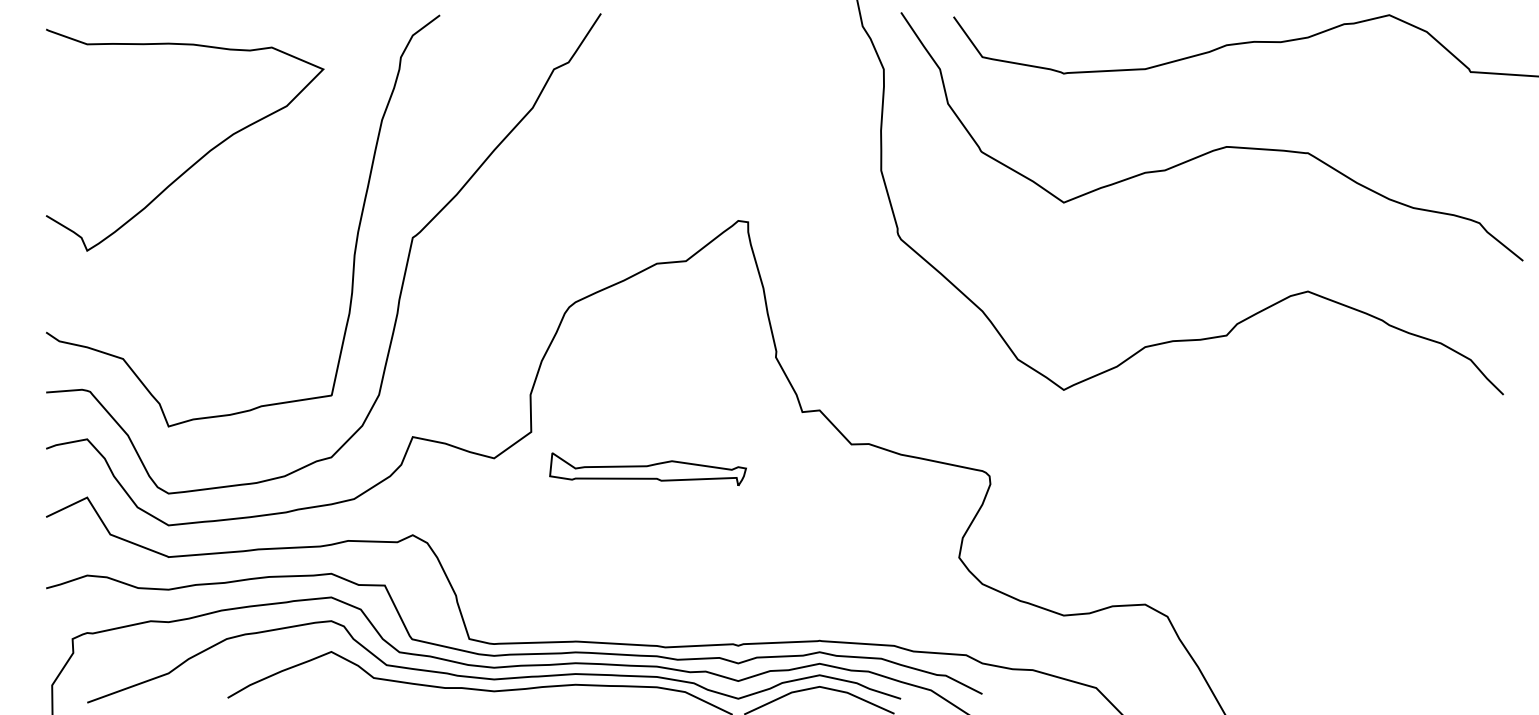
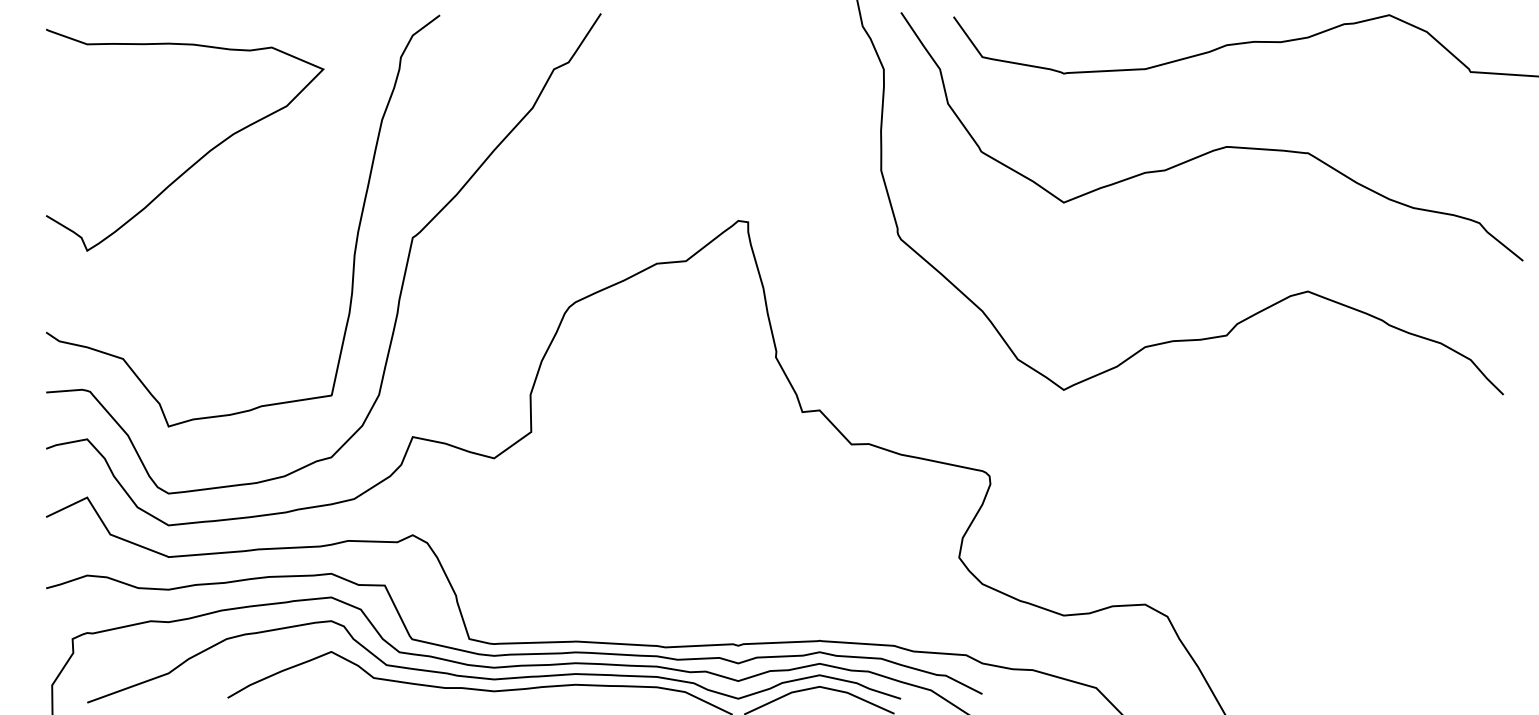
part at (647, 468): present -> none
